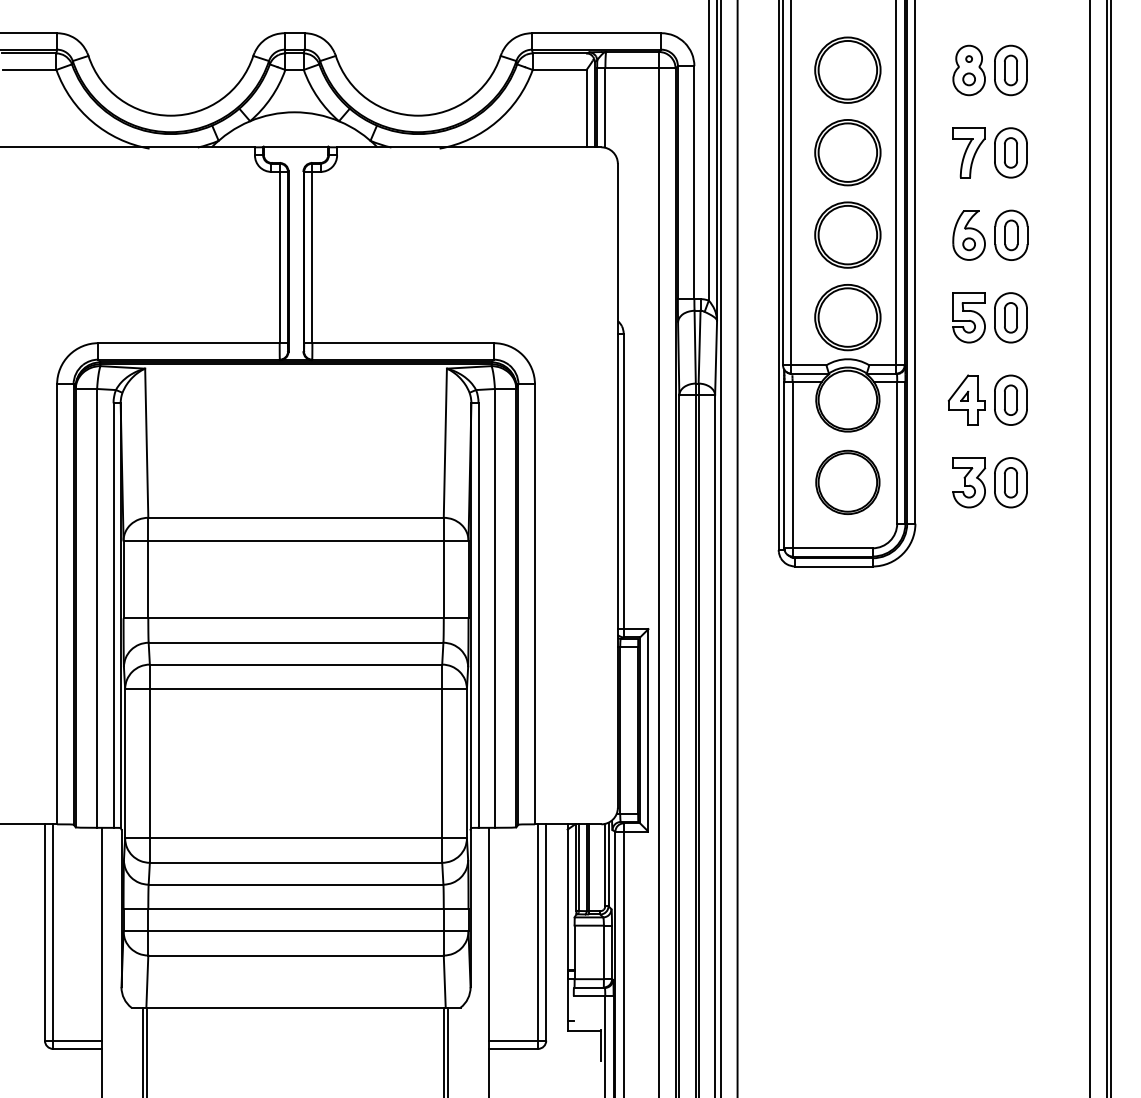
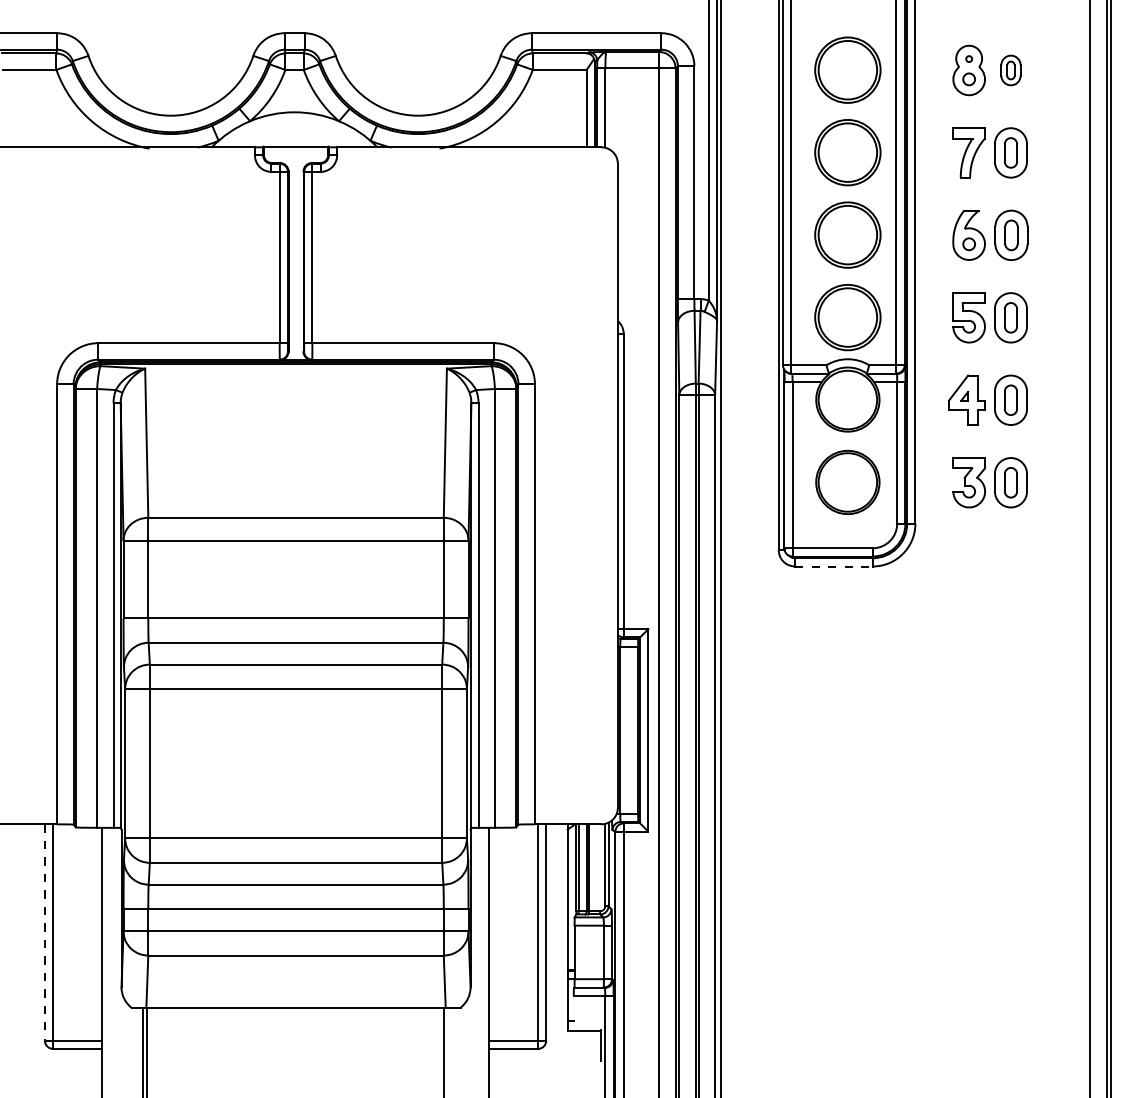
part at (1010, 70) size: 34x53 px -> 22x33 px
line at (737, 548): present -> none
line at (833, 566): solid -> dashed
line at (44, 933): solid -> dashed
line at (448, 1050): present -> none
